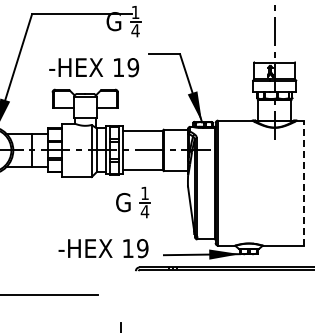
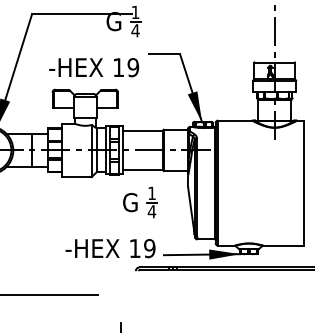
line at (304, 183): dashed -> solid
part at (101, 239) position: (101, 239) -> (108, 239)
